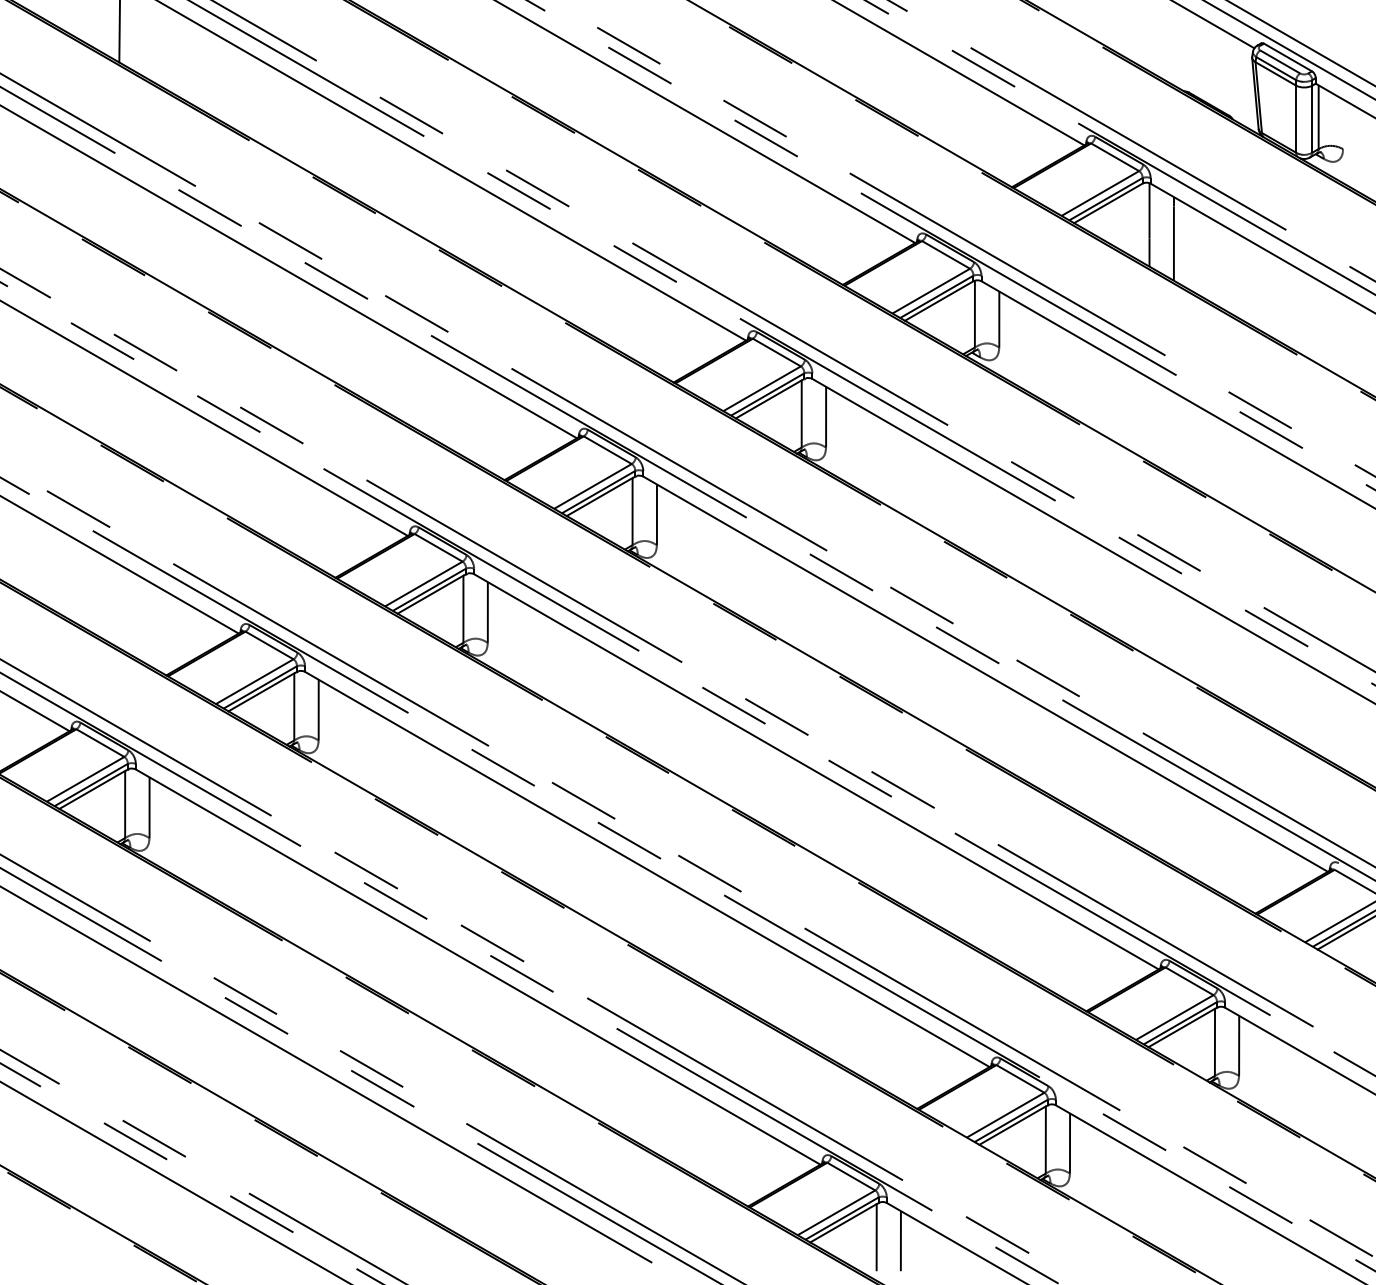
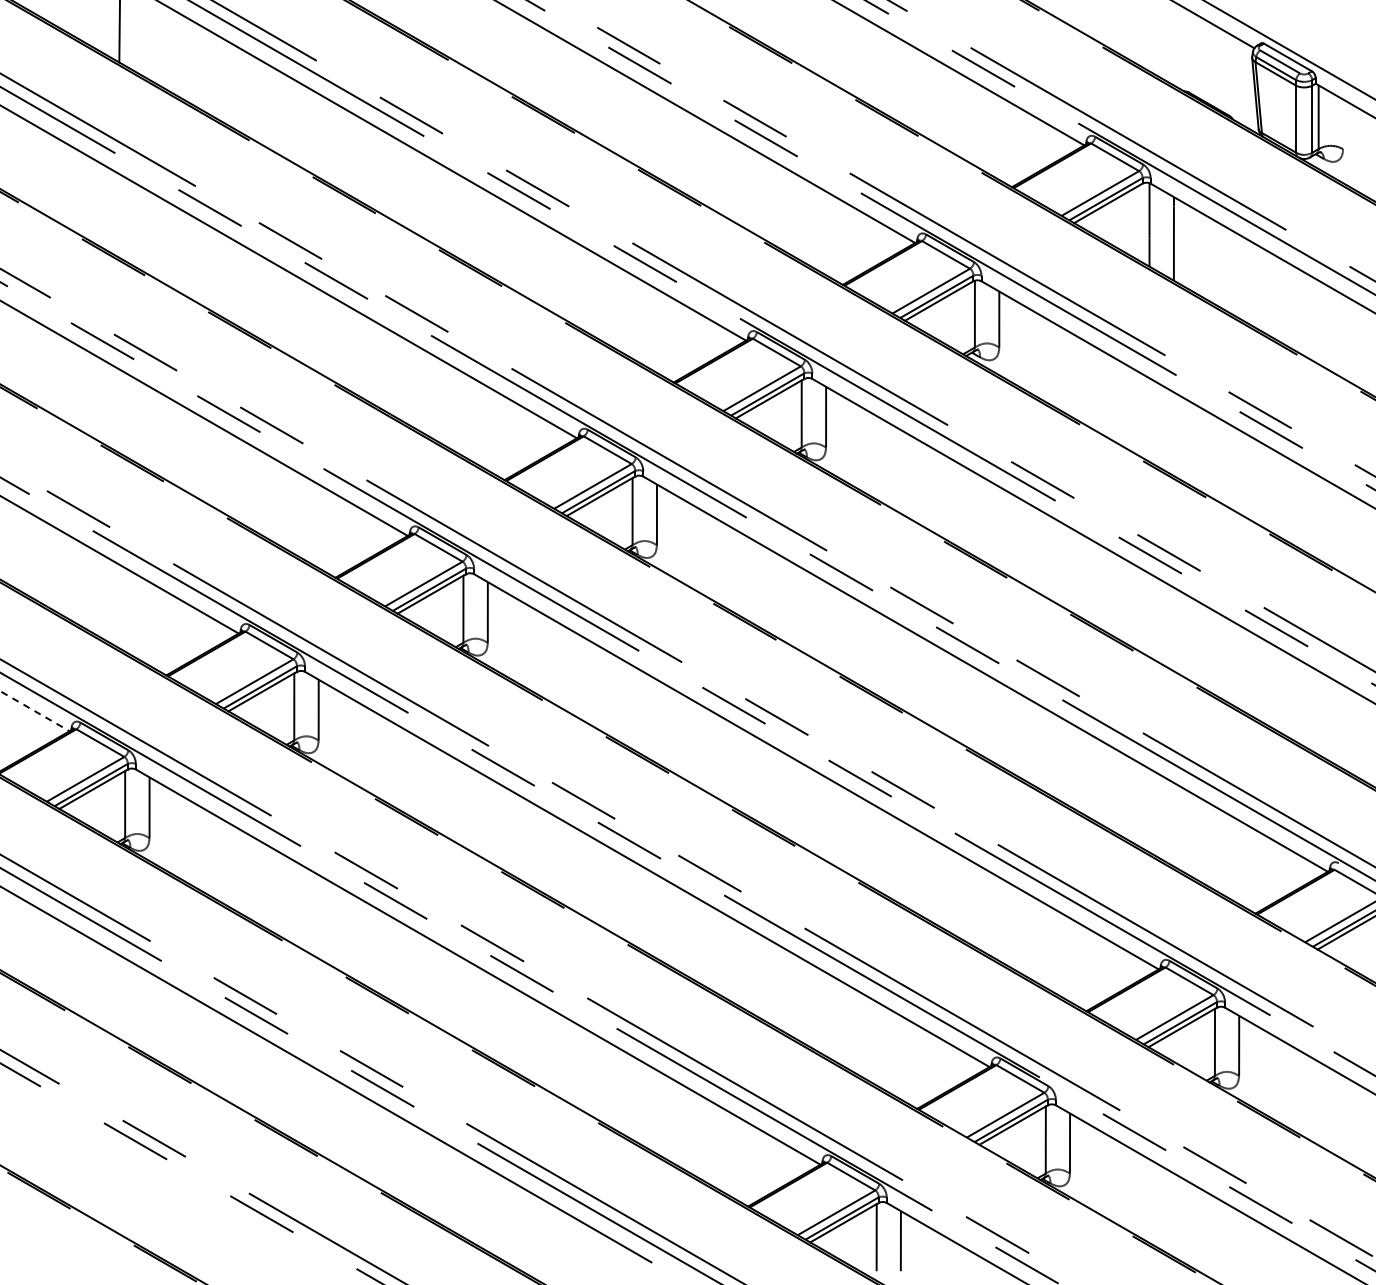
line at (1301, 43): present -> none
line at (35, 711): solid -> dashed
line at (174, 1181): present -> none
